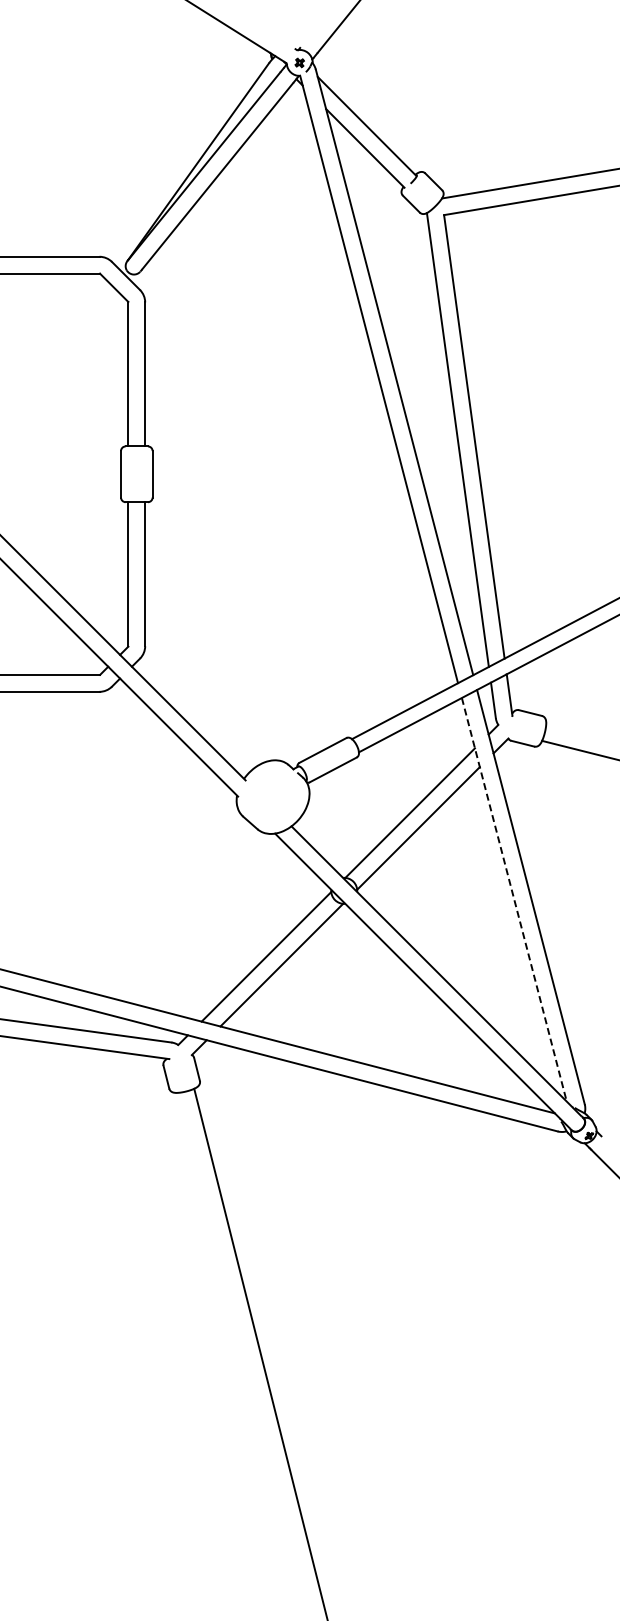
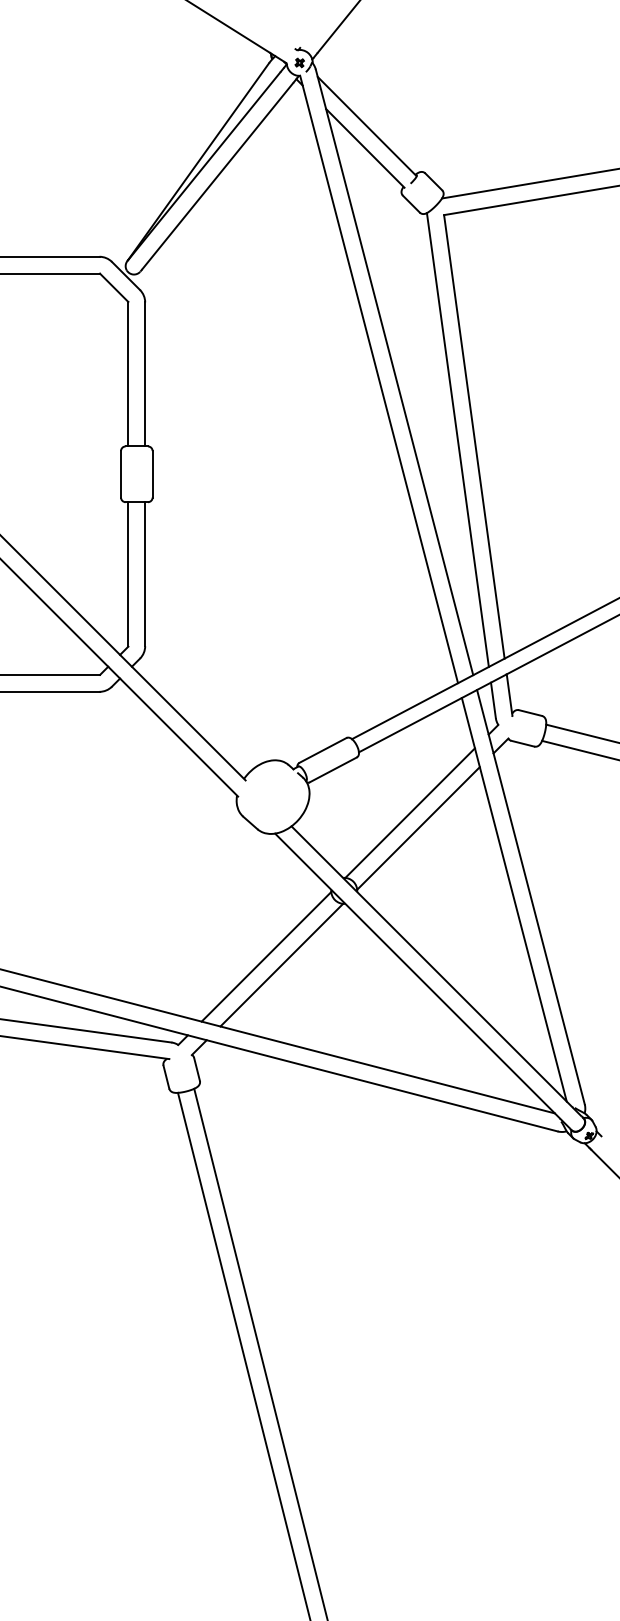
line at (581, 733): none -> present
line at (514, 900): dashed -> solid
line at (243, 1354): none -> present
